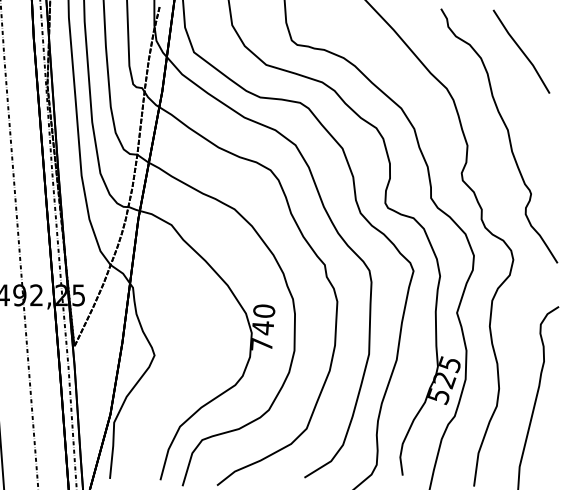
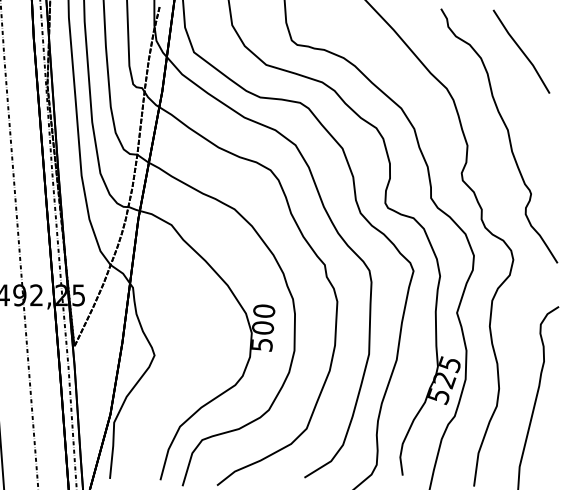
text at (262, 336): 740 -> 500
